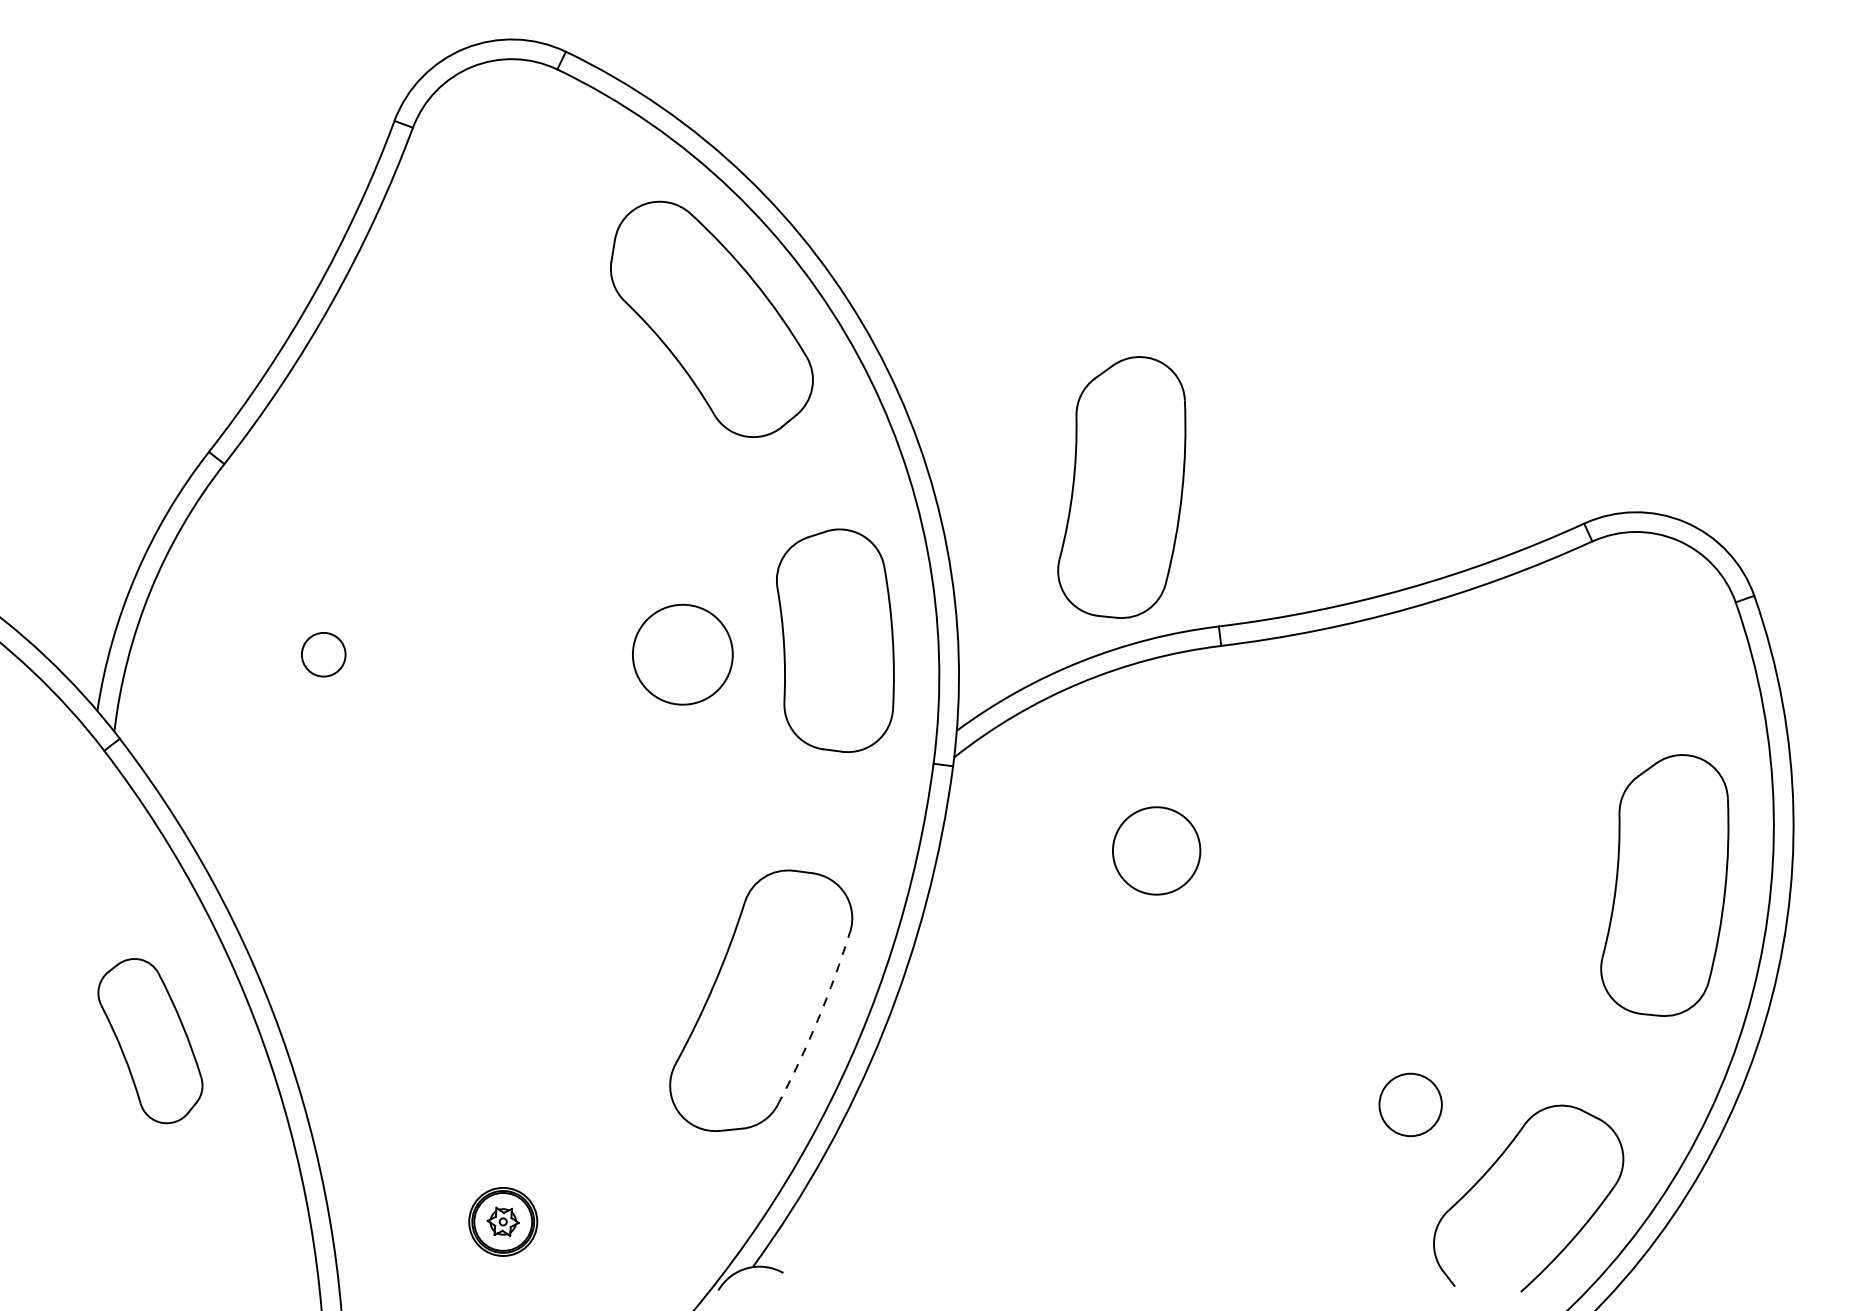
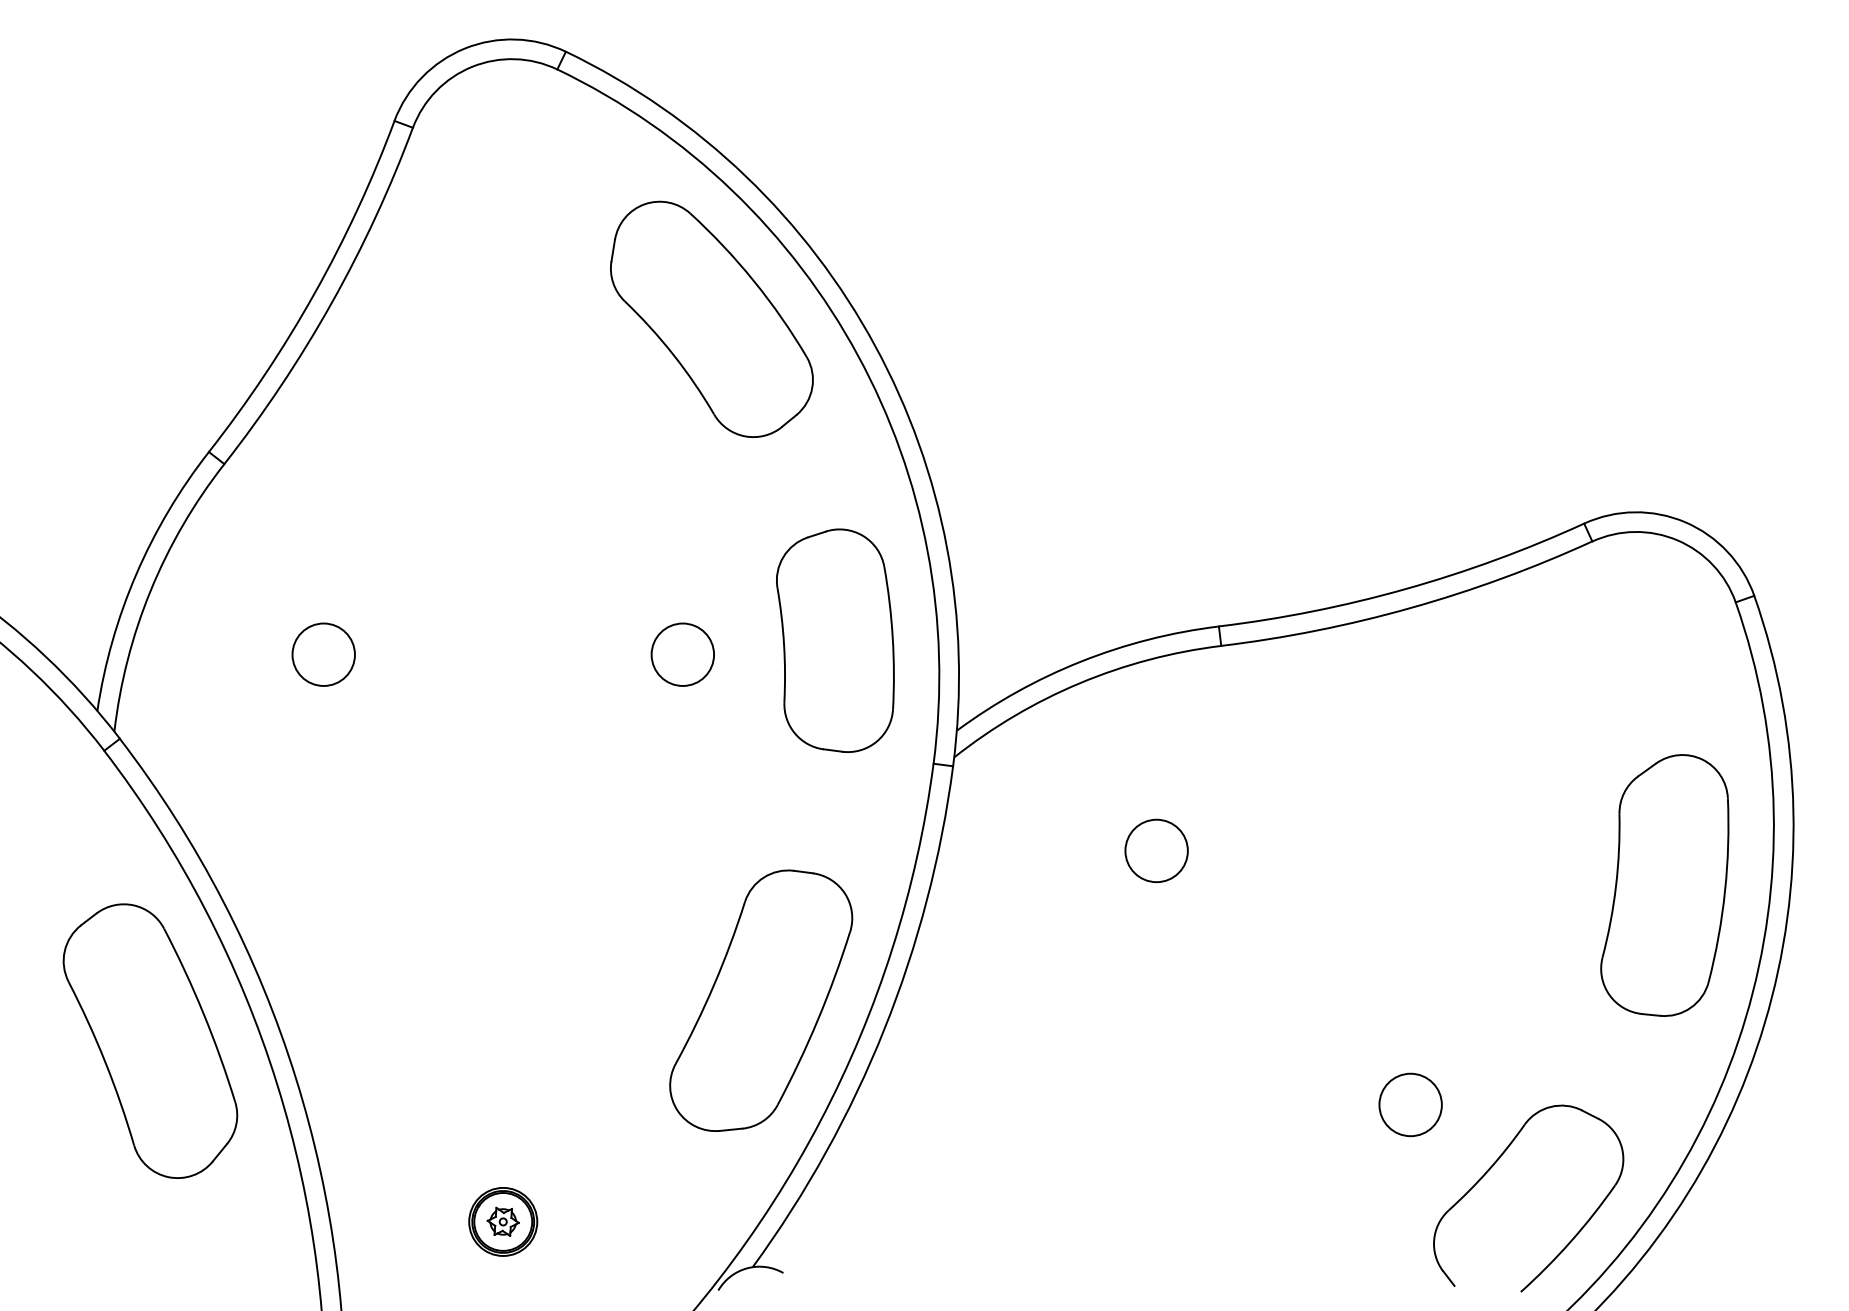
part at (1121, 487): present -> none
circle at (323, 654) diameter: 44 px -> 62 px
circle at (682, 654) diameter: 100 px -> 62 px
circle at (1156, 850) diameter: 87 px -> 62 px
arc at (817, 1020): dashed -> solid
part at (150, 1041) size: 107x167 px -> 177x276 px
